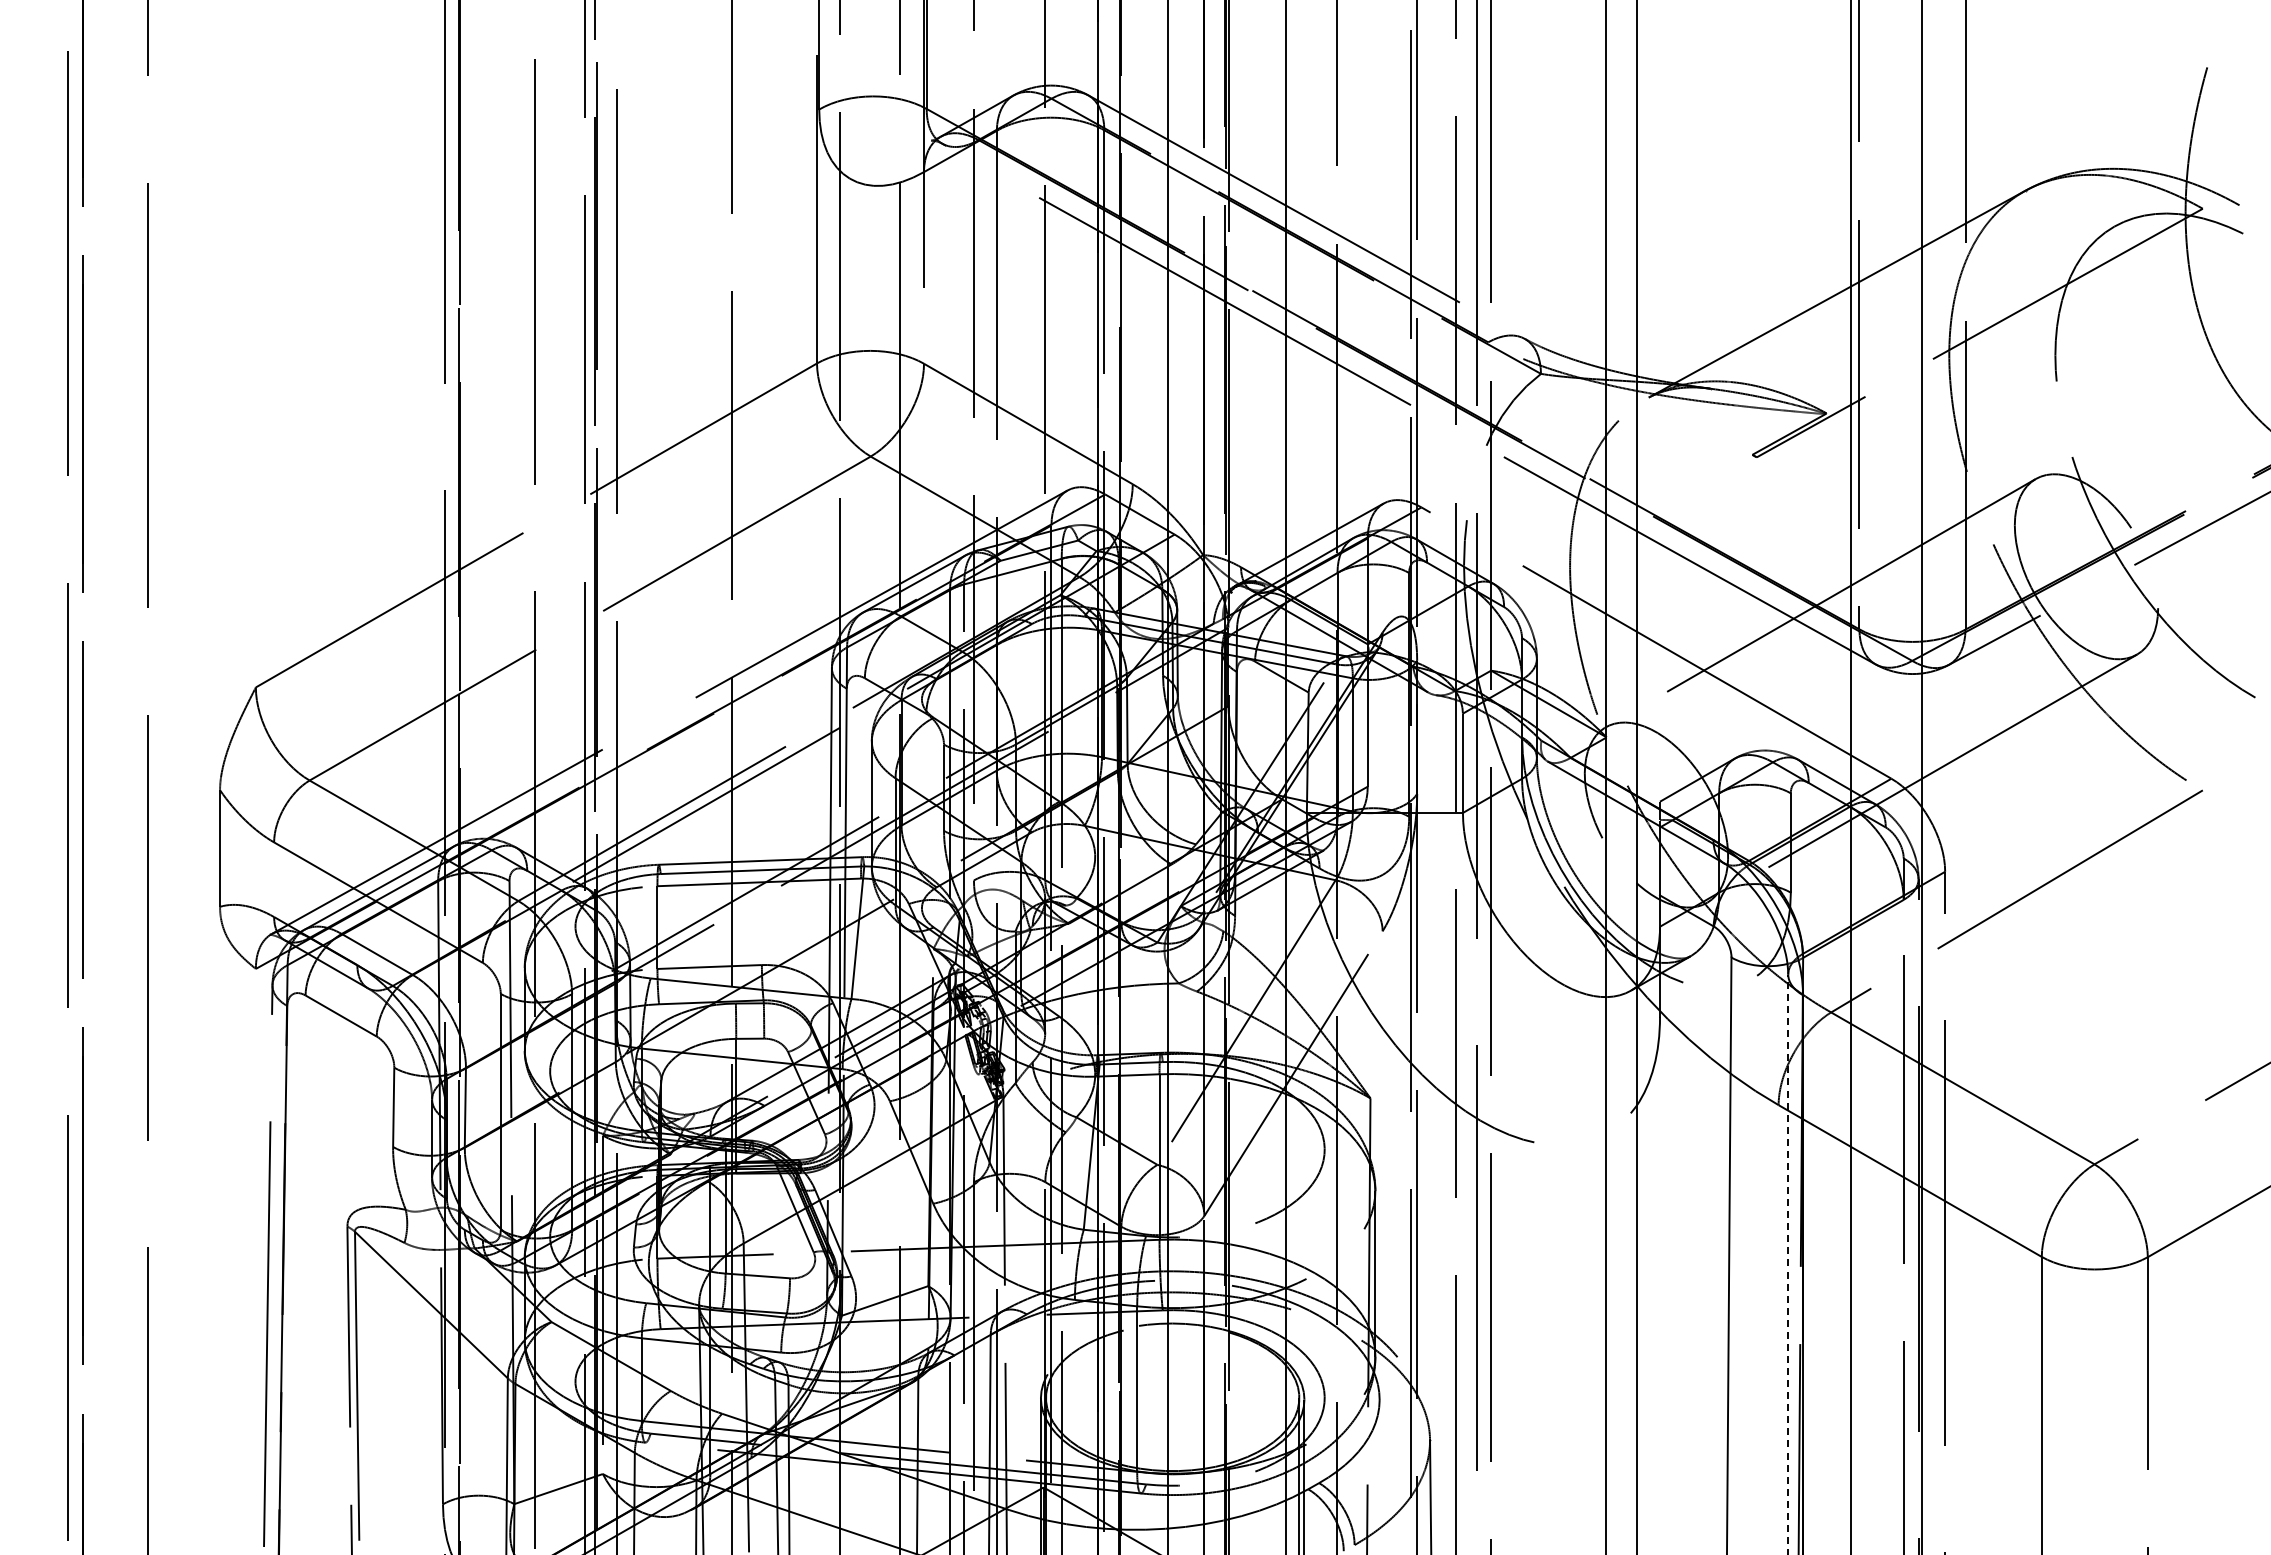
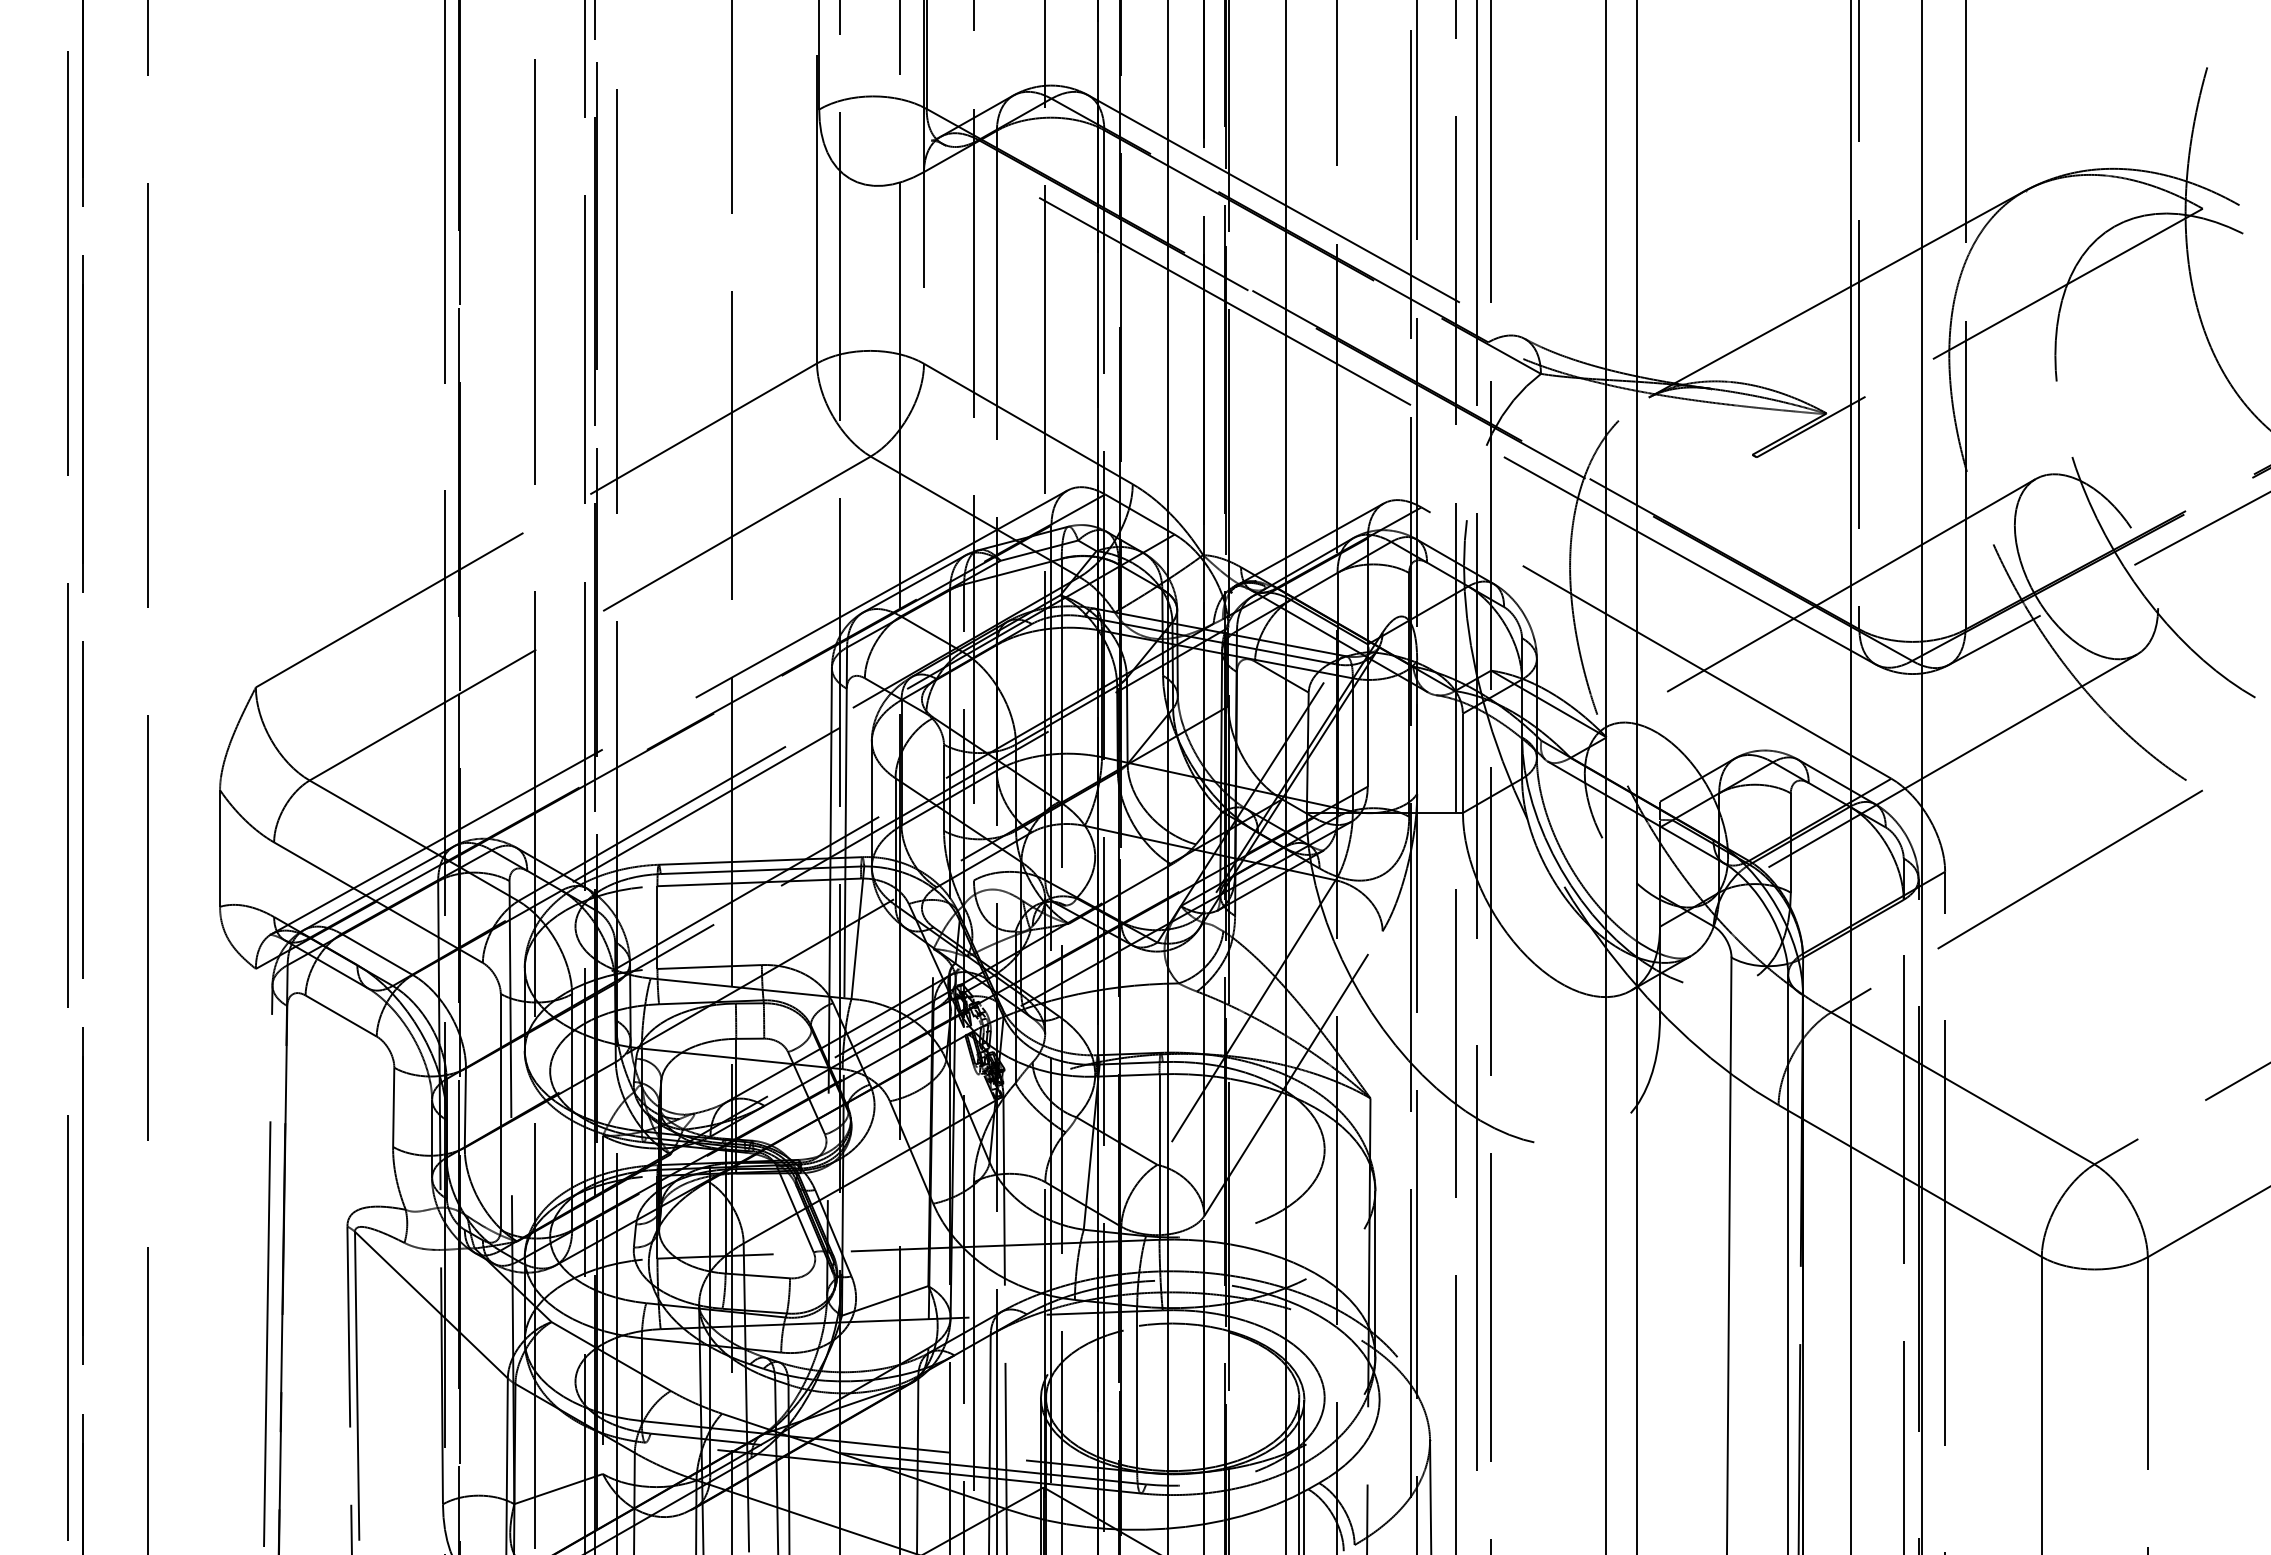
line at (1788, 1264): dashed -> solid
